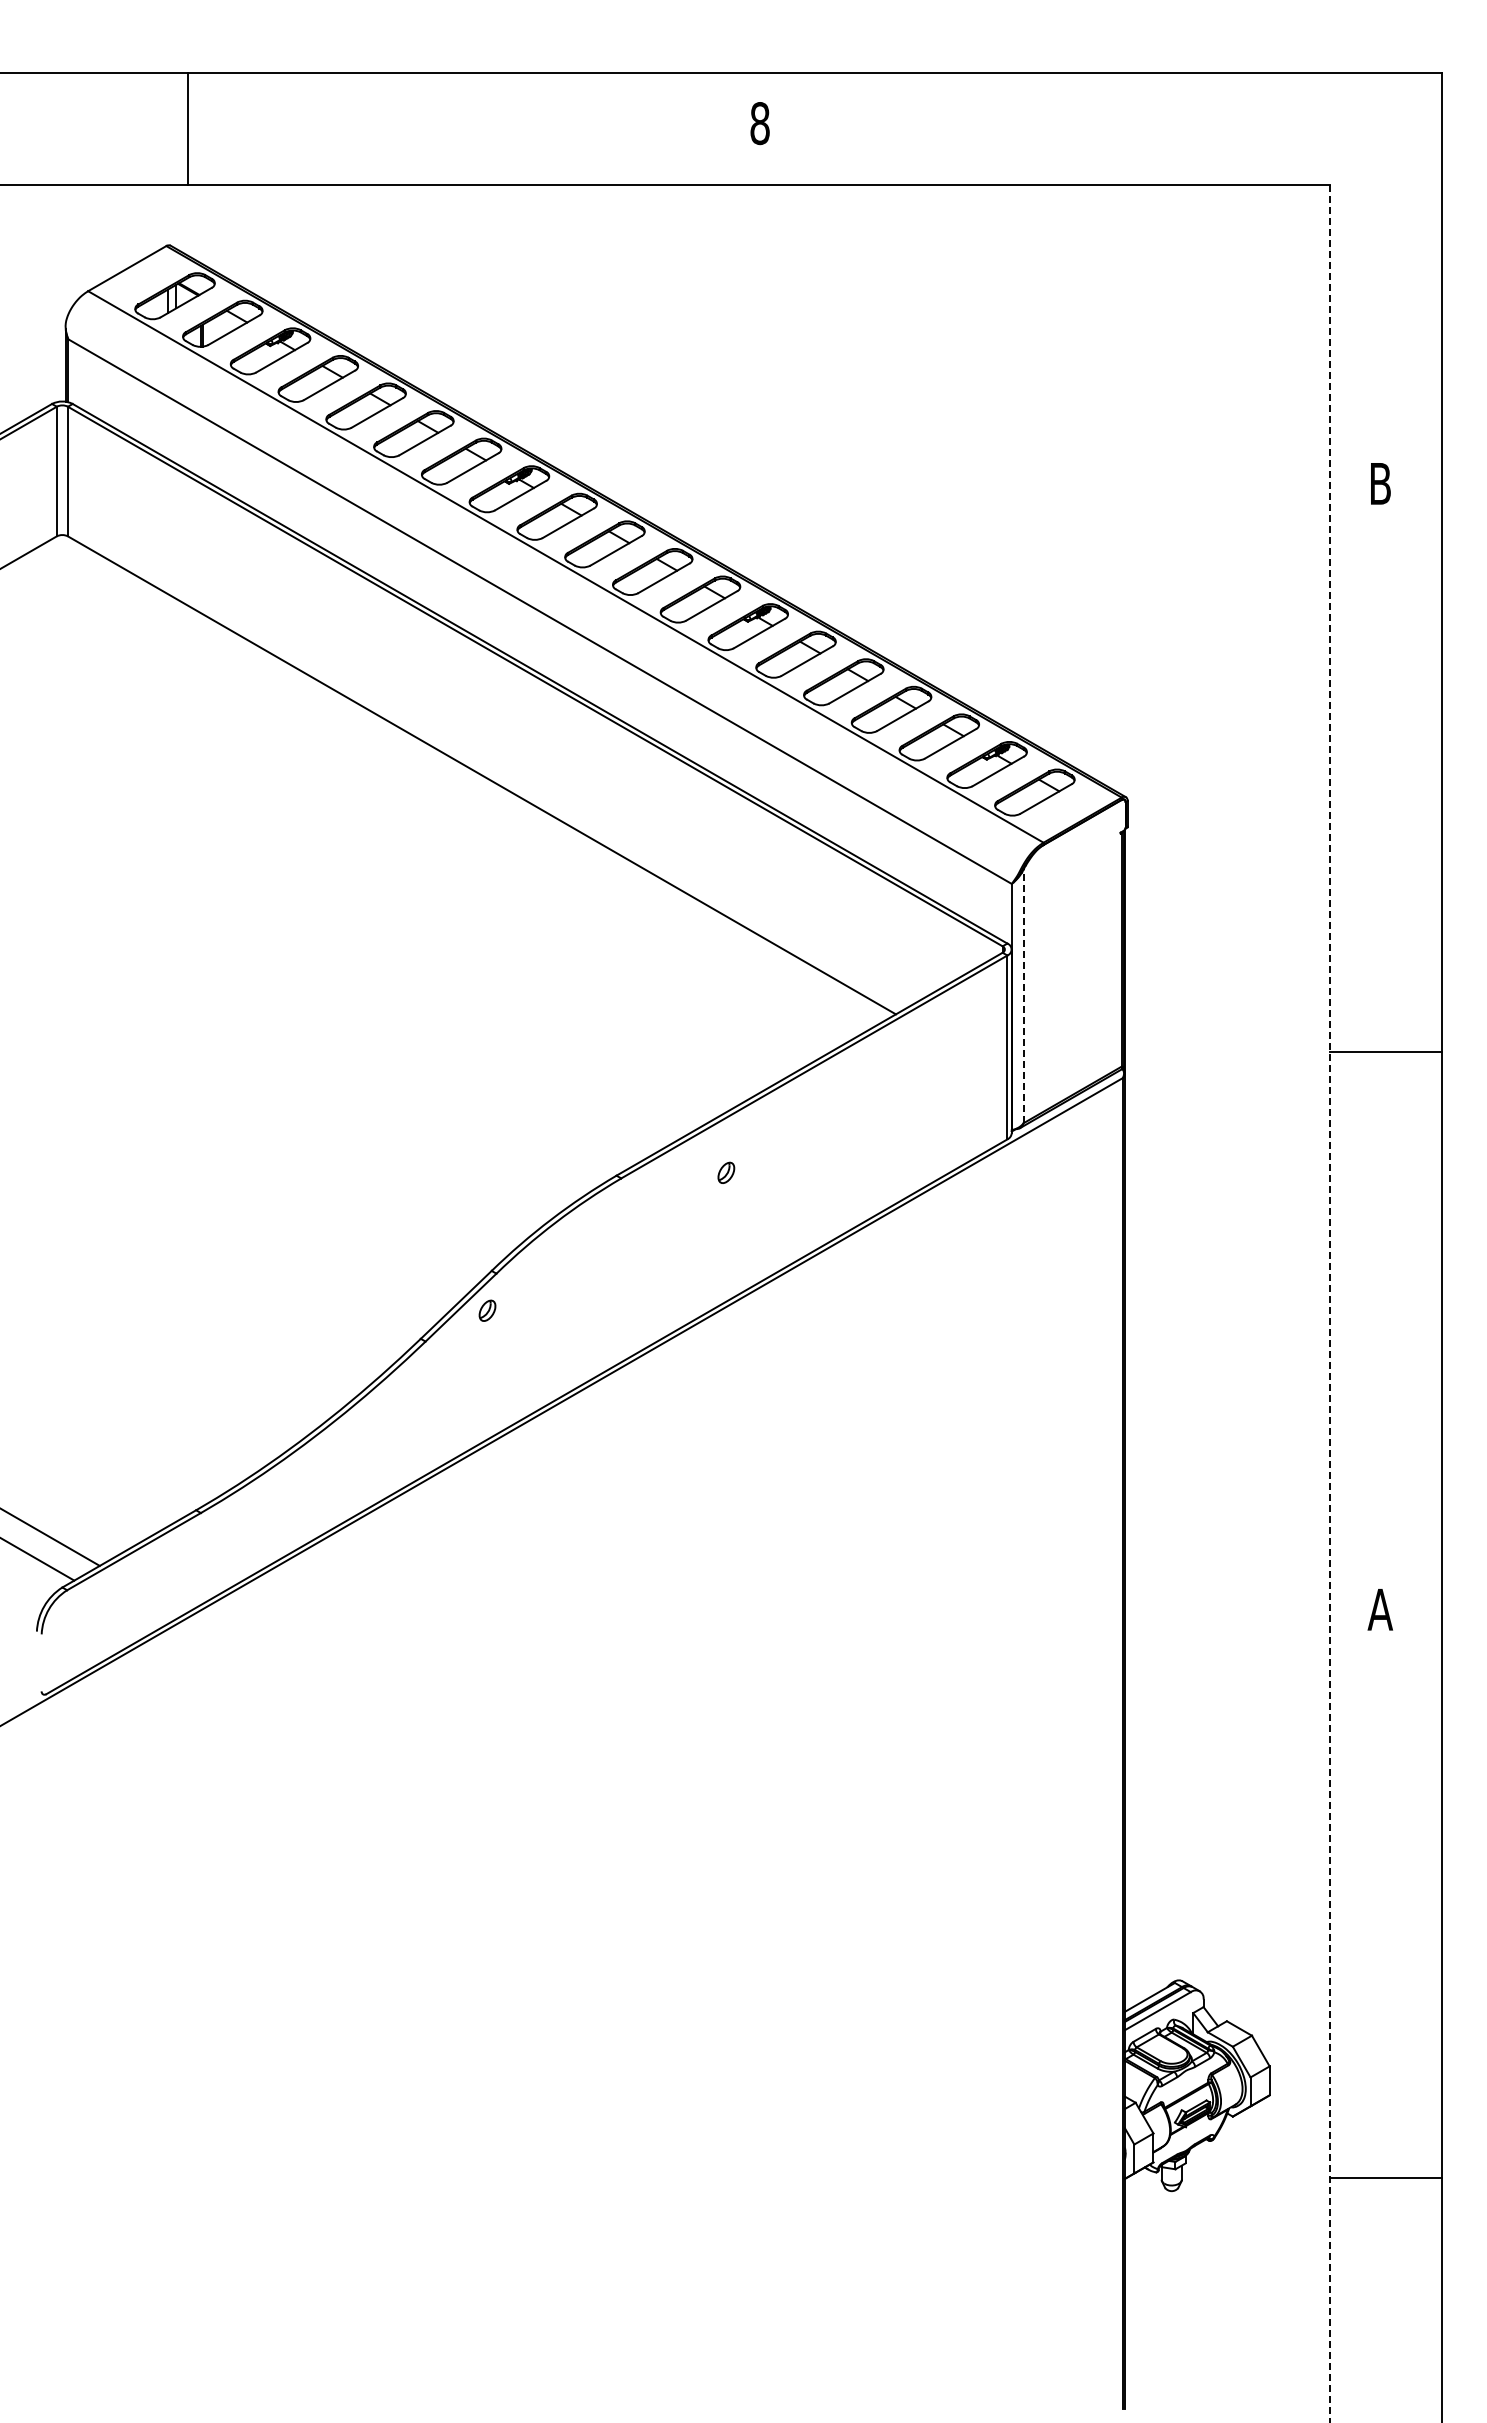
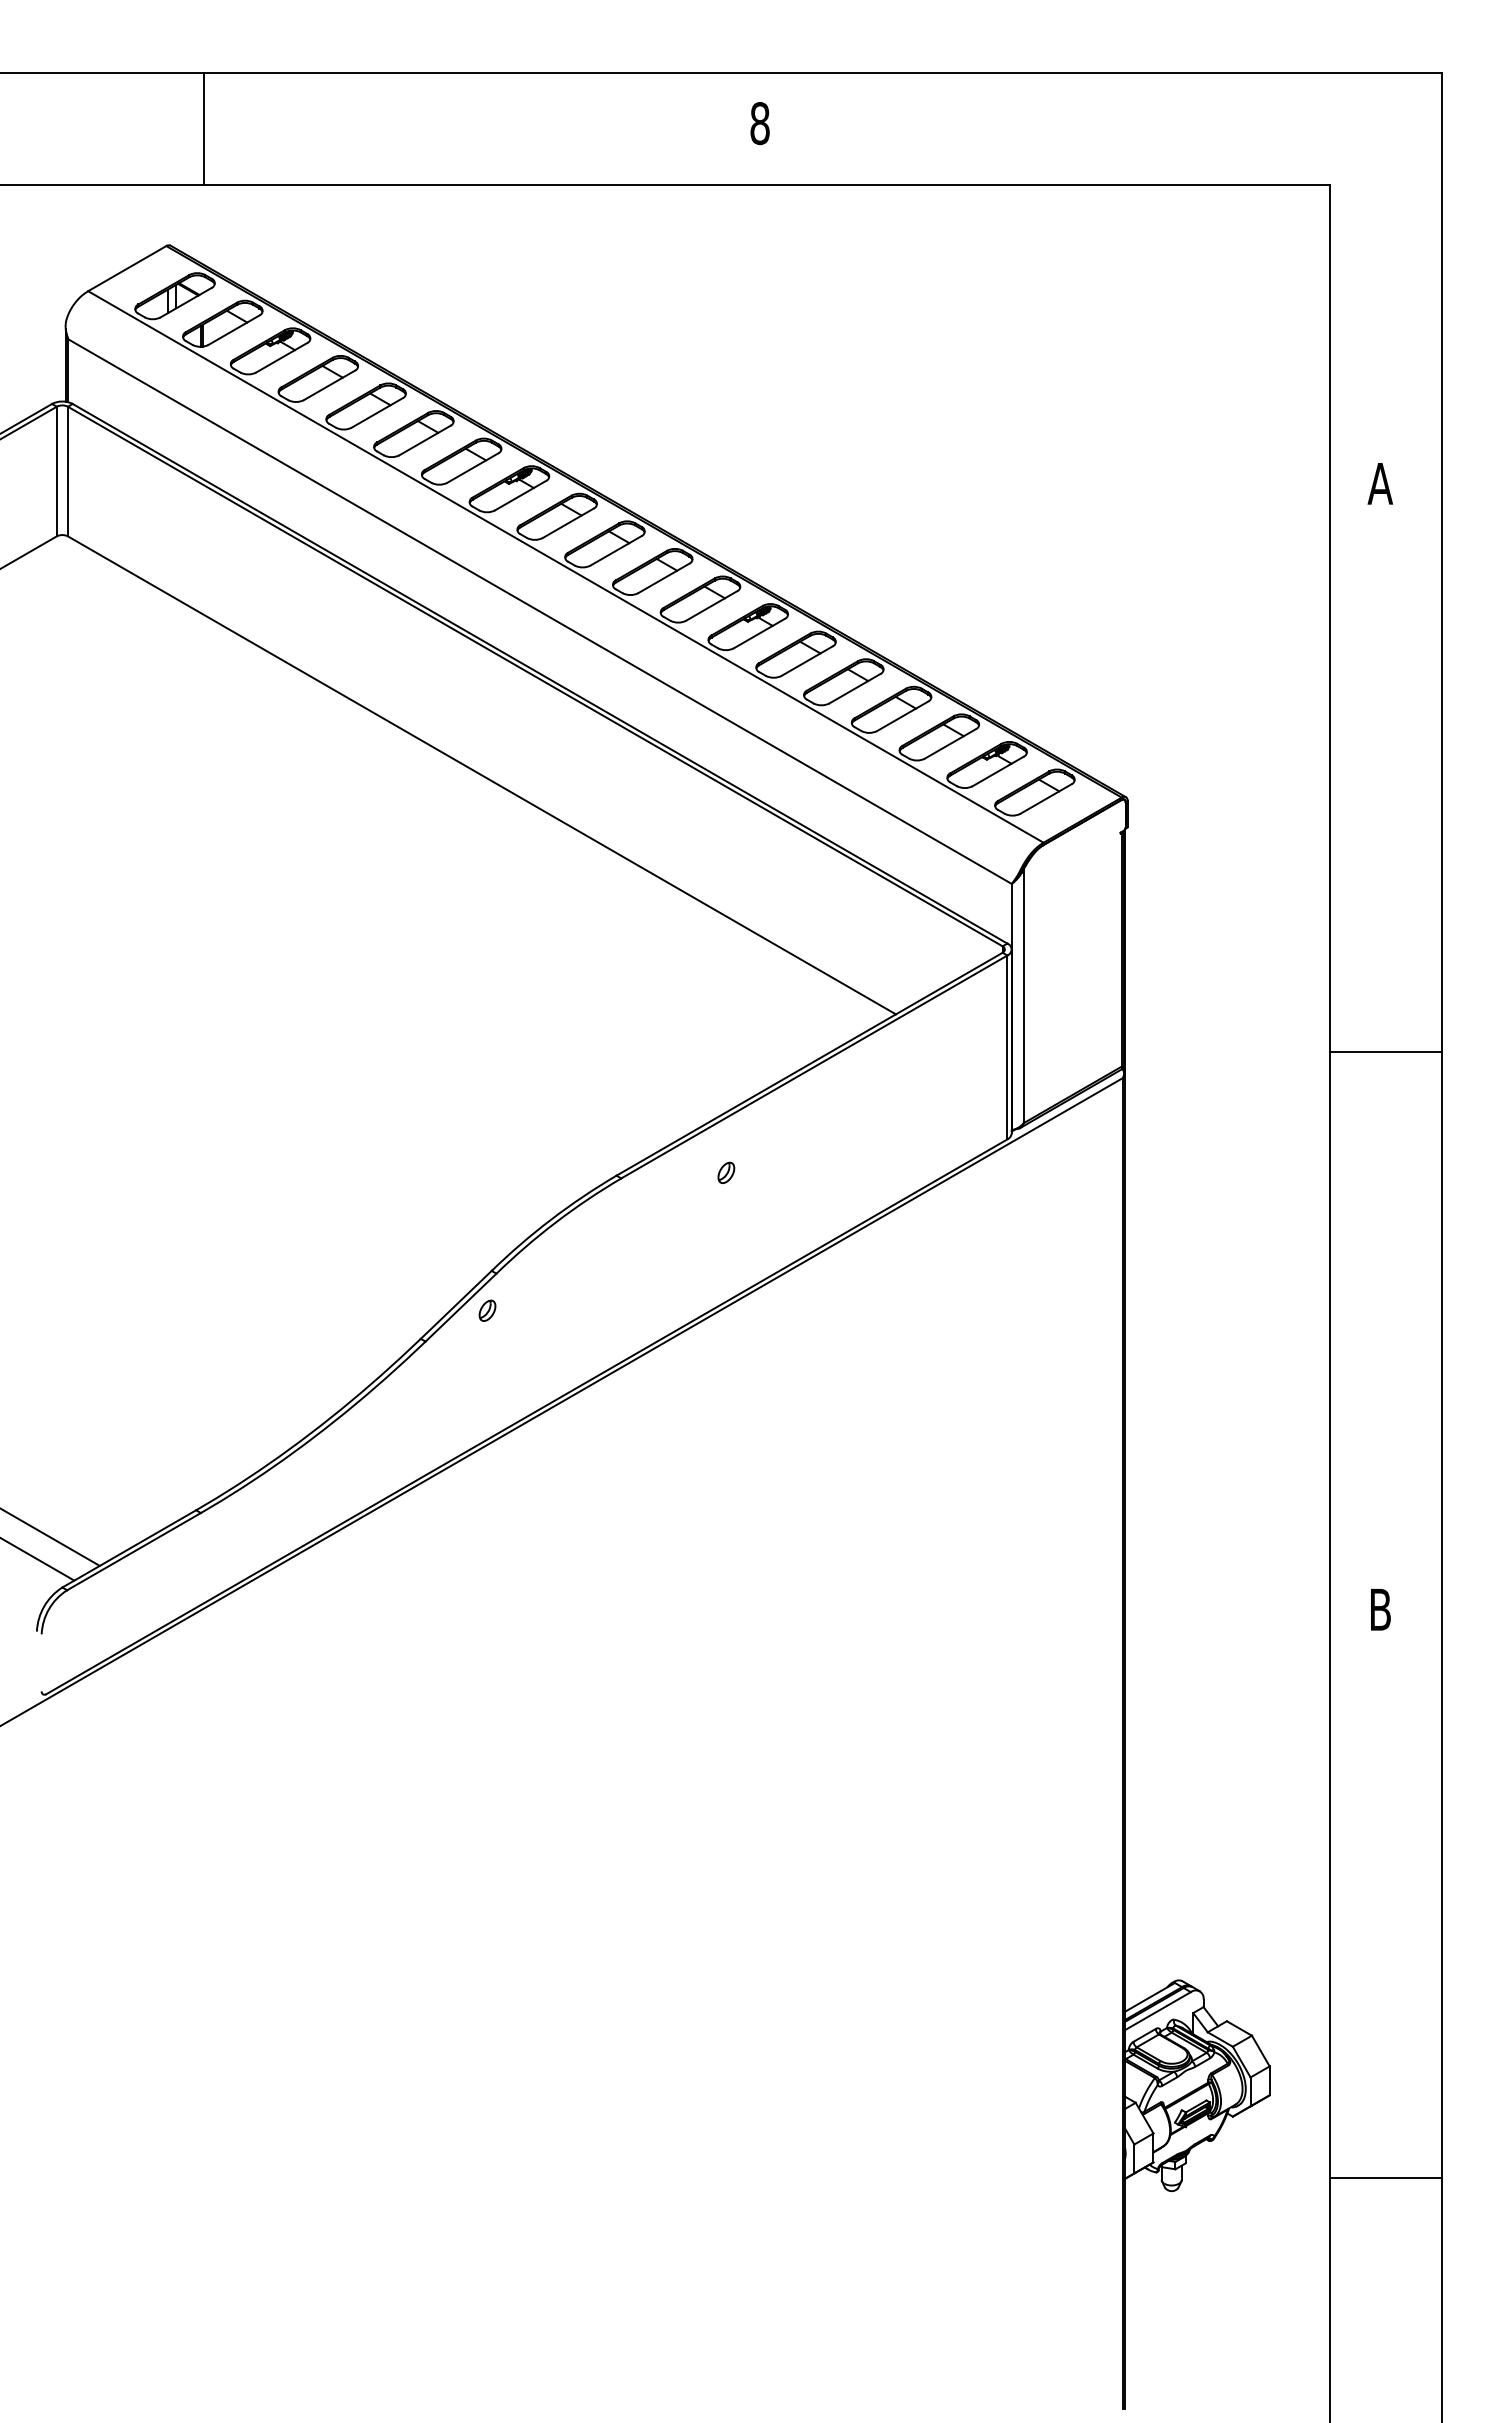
line at (187, 128) position: (187, 128) -> (203, 128)
text at (1380, 483): B -> A
line at (1023, 996): dashed -> solid
line at (1329, 1304): dashed -> solid
text at (1380, 1609): A -> B
